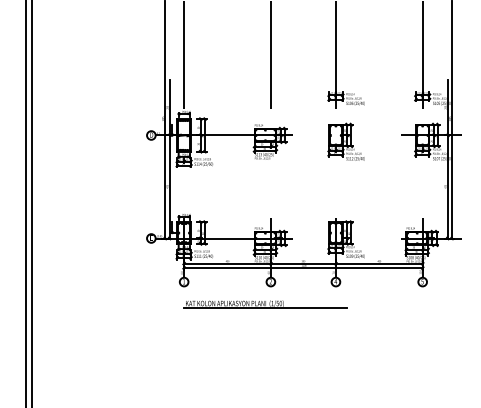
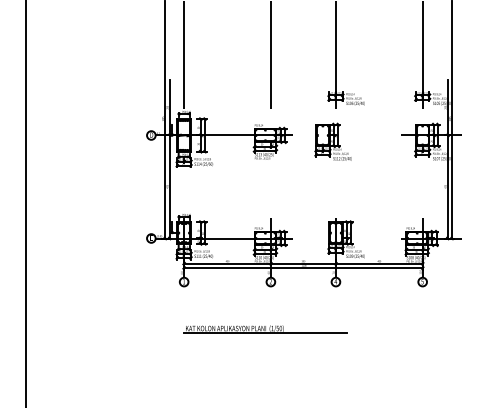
part at (345, 141) position: (345, 141) -> (332, 141)
line at (31, 203): present -> none
part at (265, 304) position: (265, 304) -> (265, 329)
